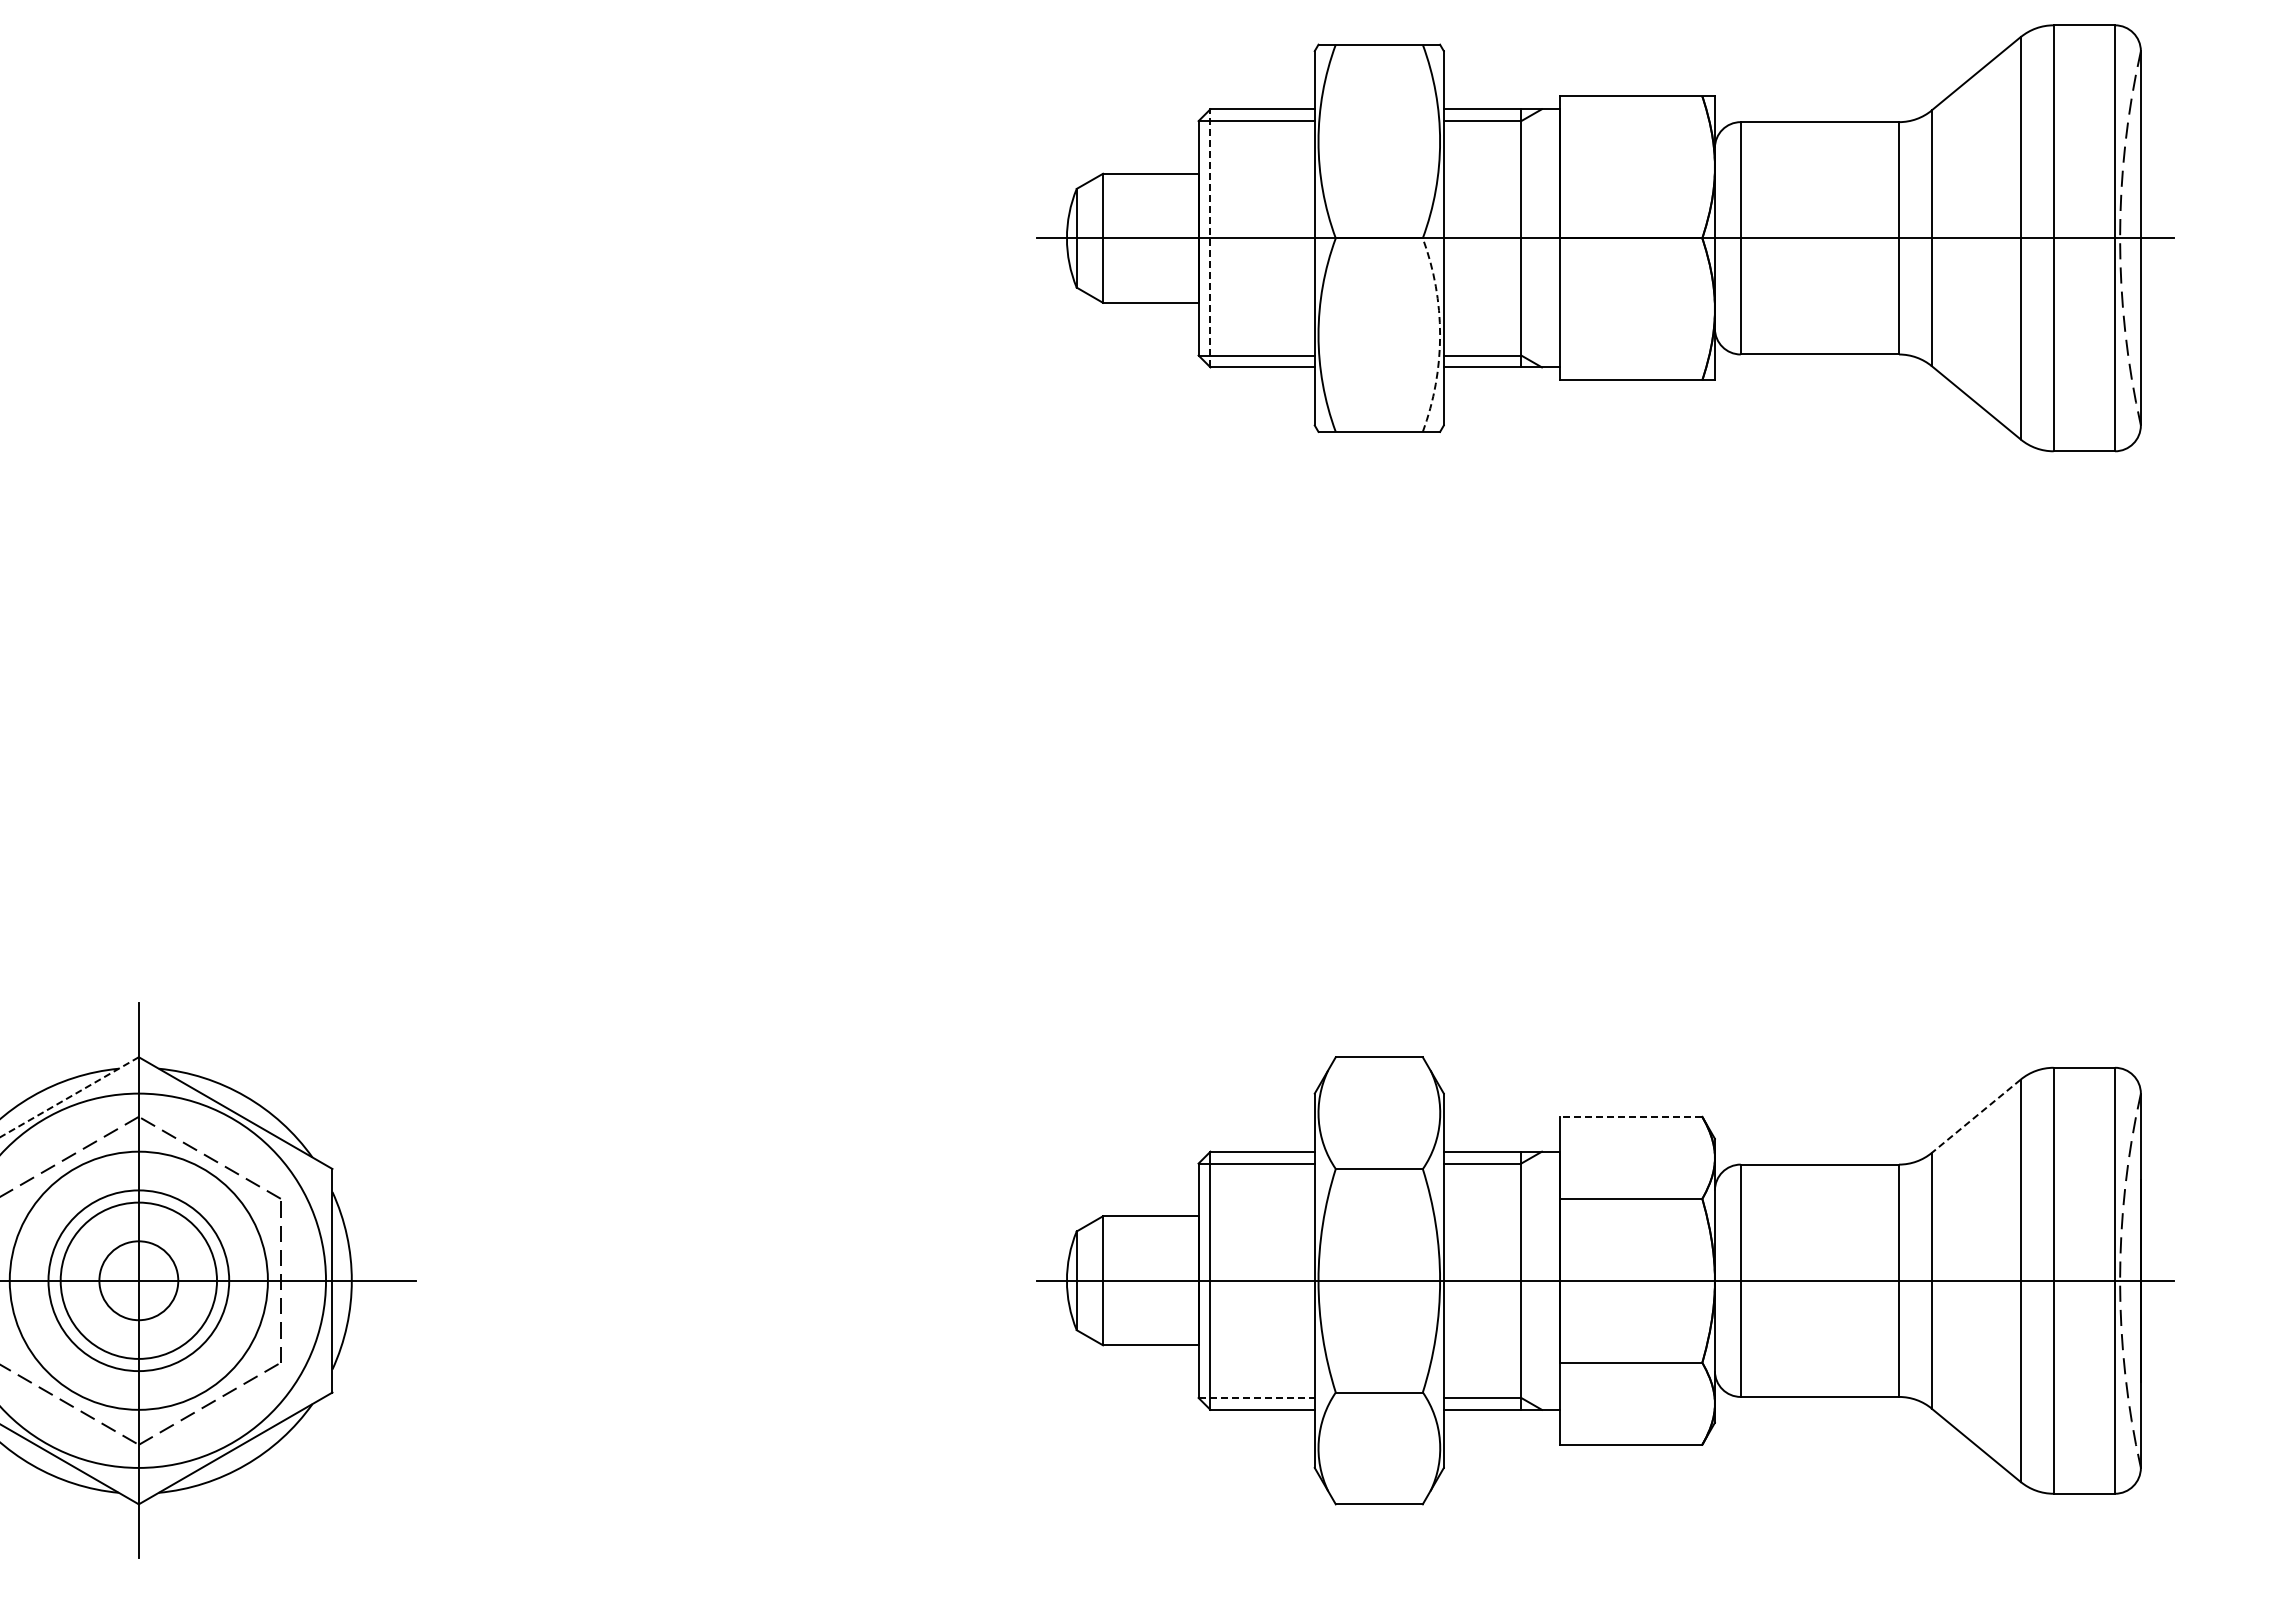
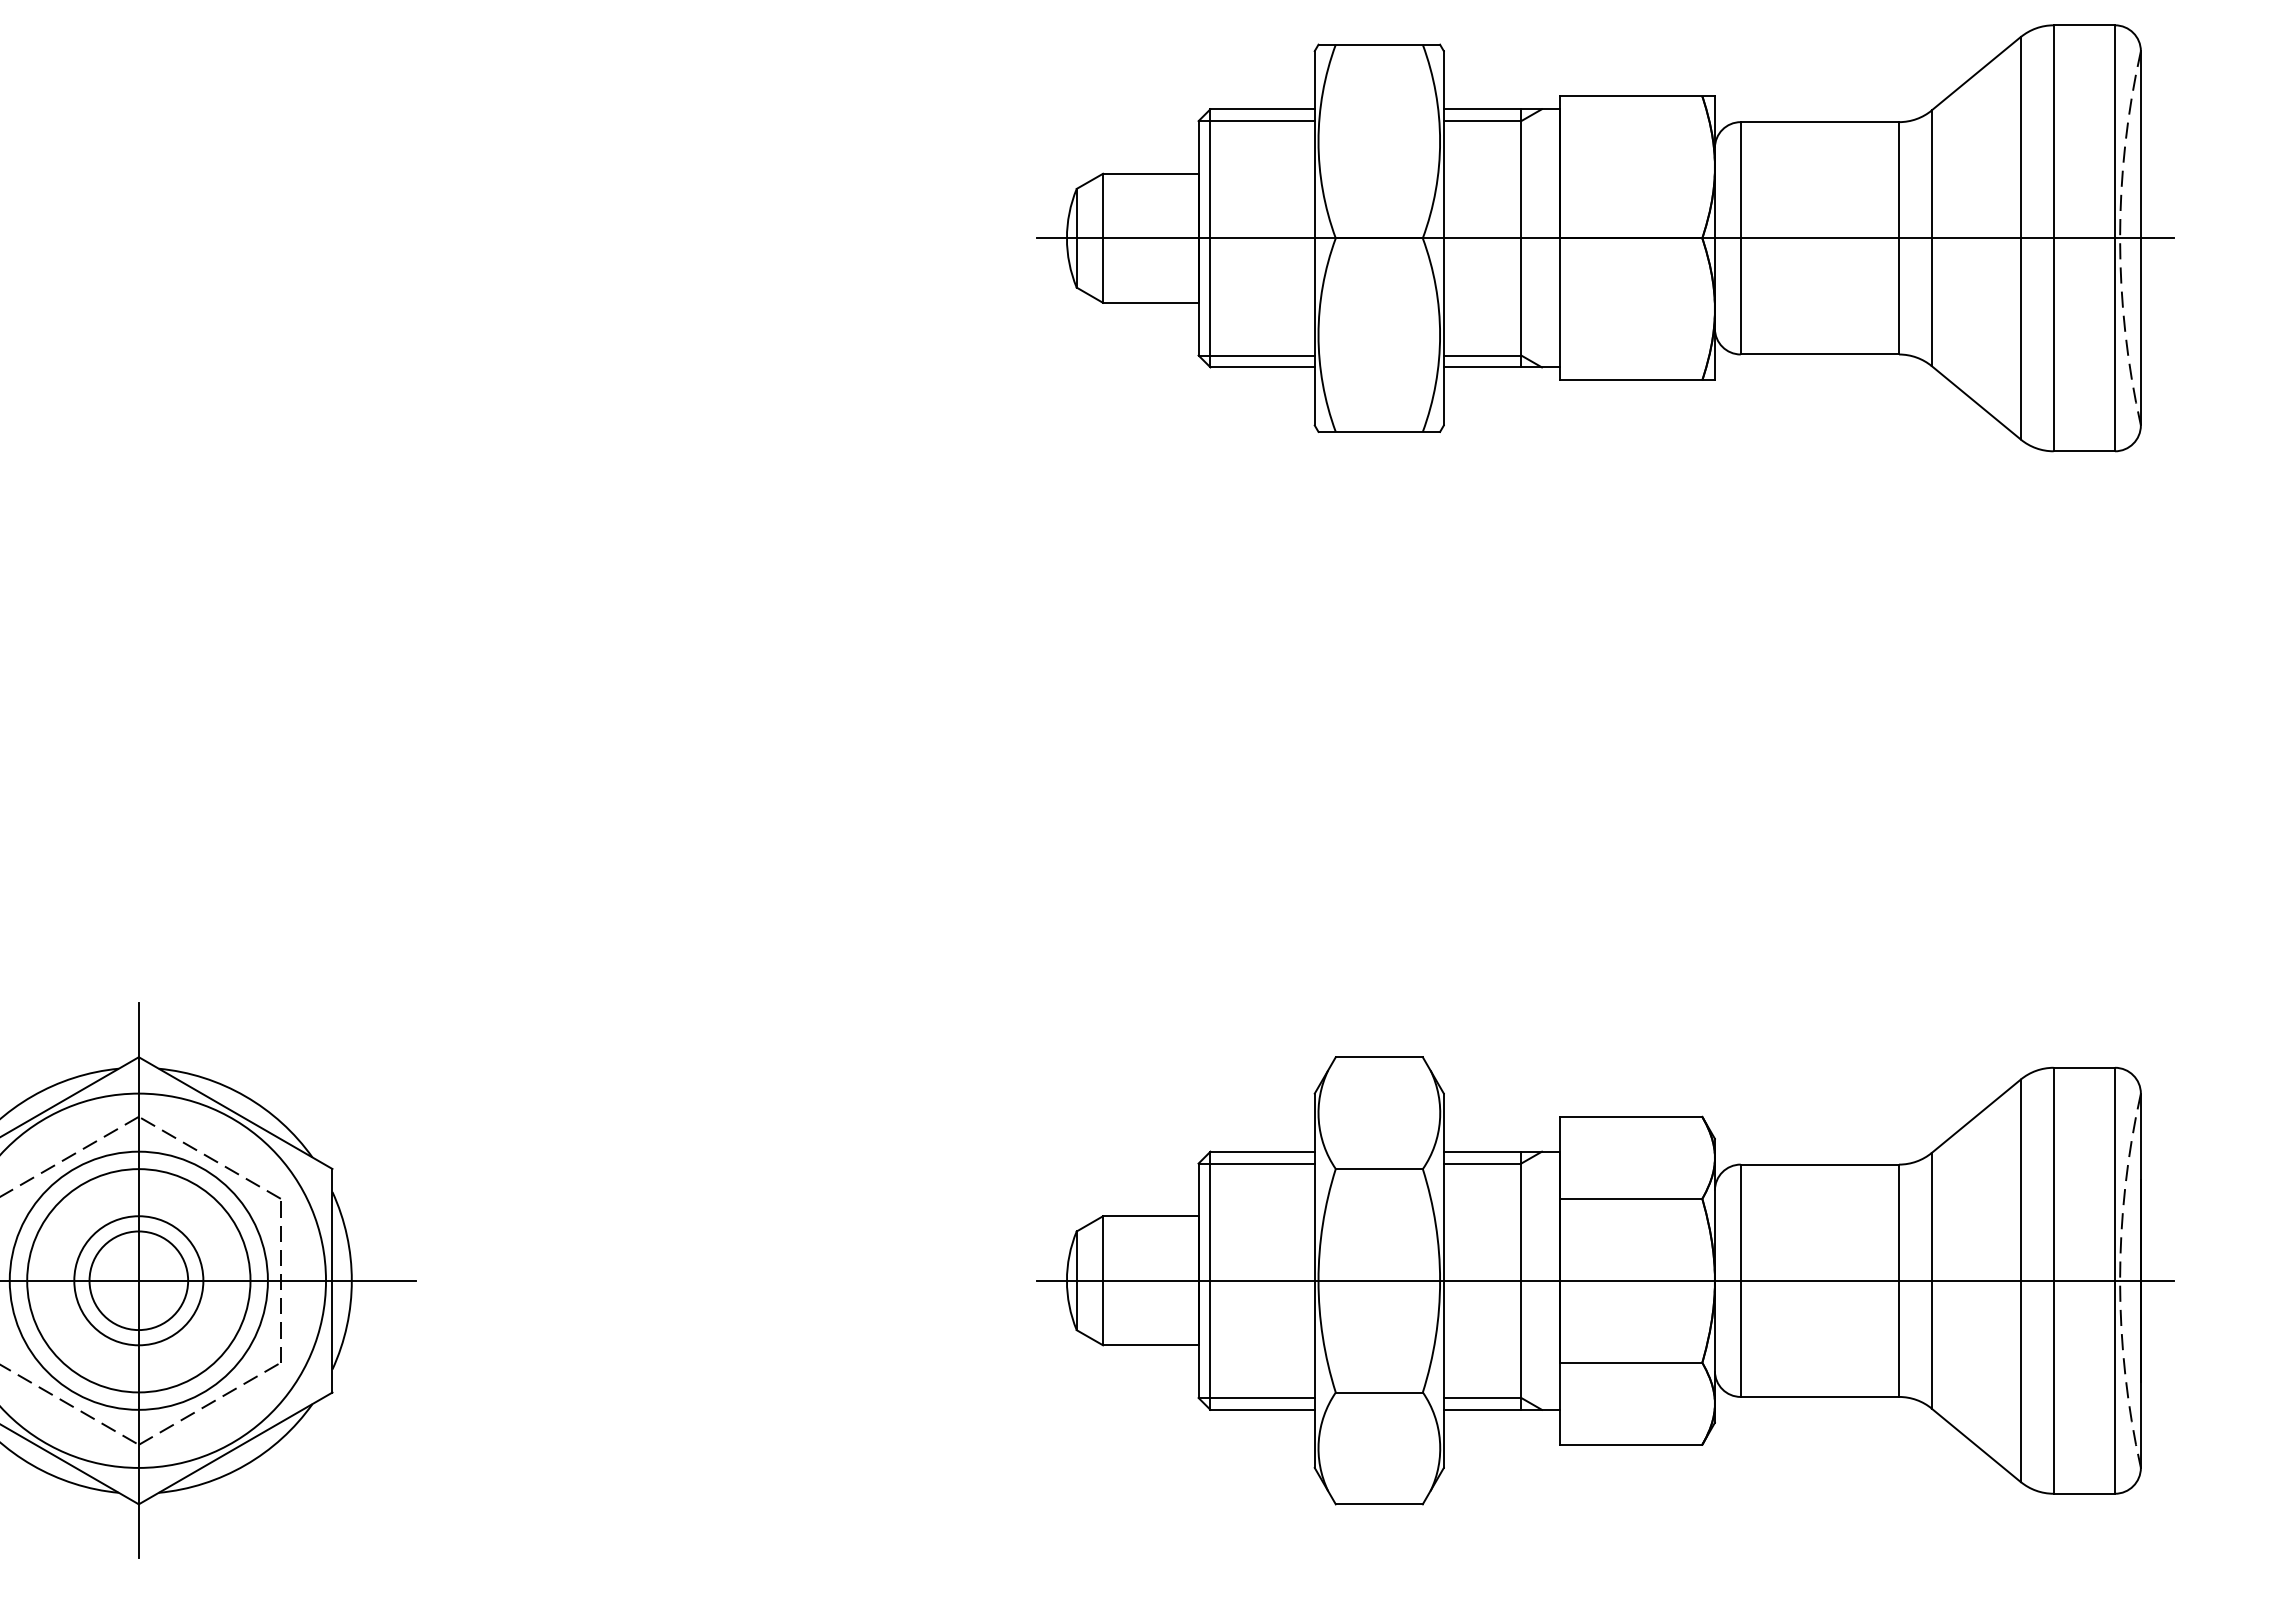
line at (1210, 237): dashed -> solid
arc at (1440, 335): dashed -> solid
line at (69, 1097): dashed -> solid
line at (1630, 1116): dashed -> solid
line at (1976, 1116): dashed -> solid
circle at (138, 1280) diameter: 156 px -> 223 px
circle at (138, 1280) diameter: 181 px -> 129 px
circle at (138, 1280) diameter: 79 px -> 99 px
line at (1257, 1397): dashed -> solid
